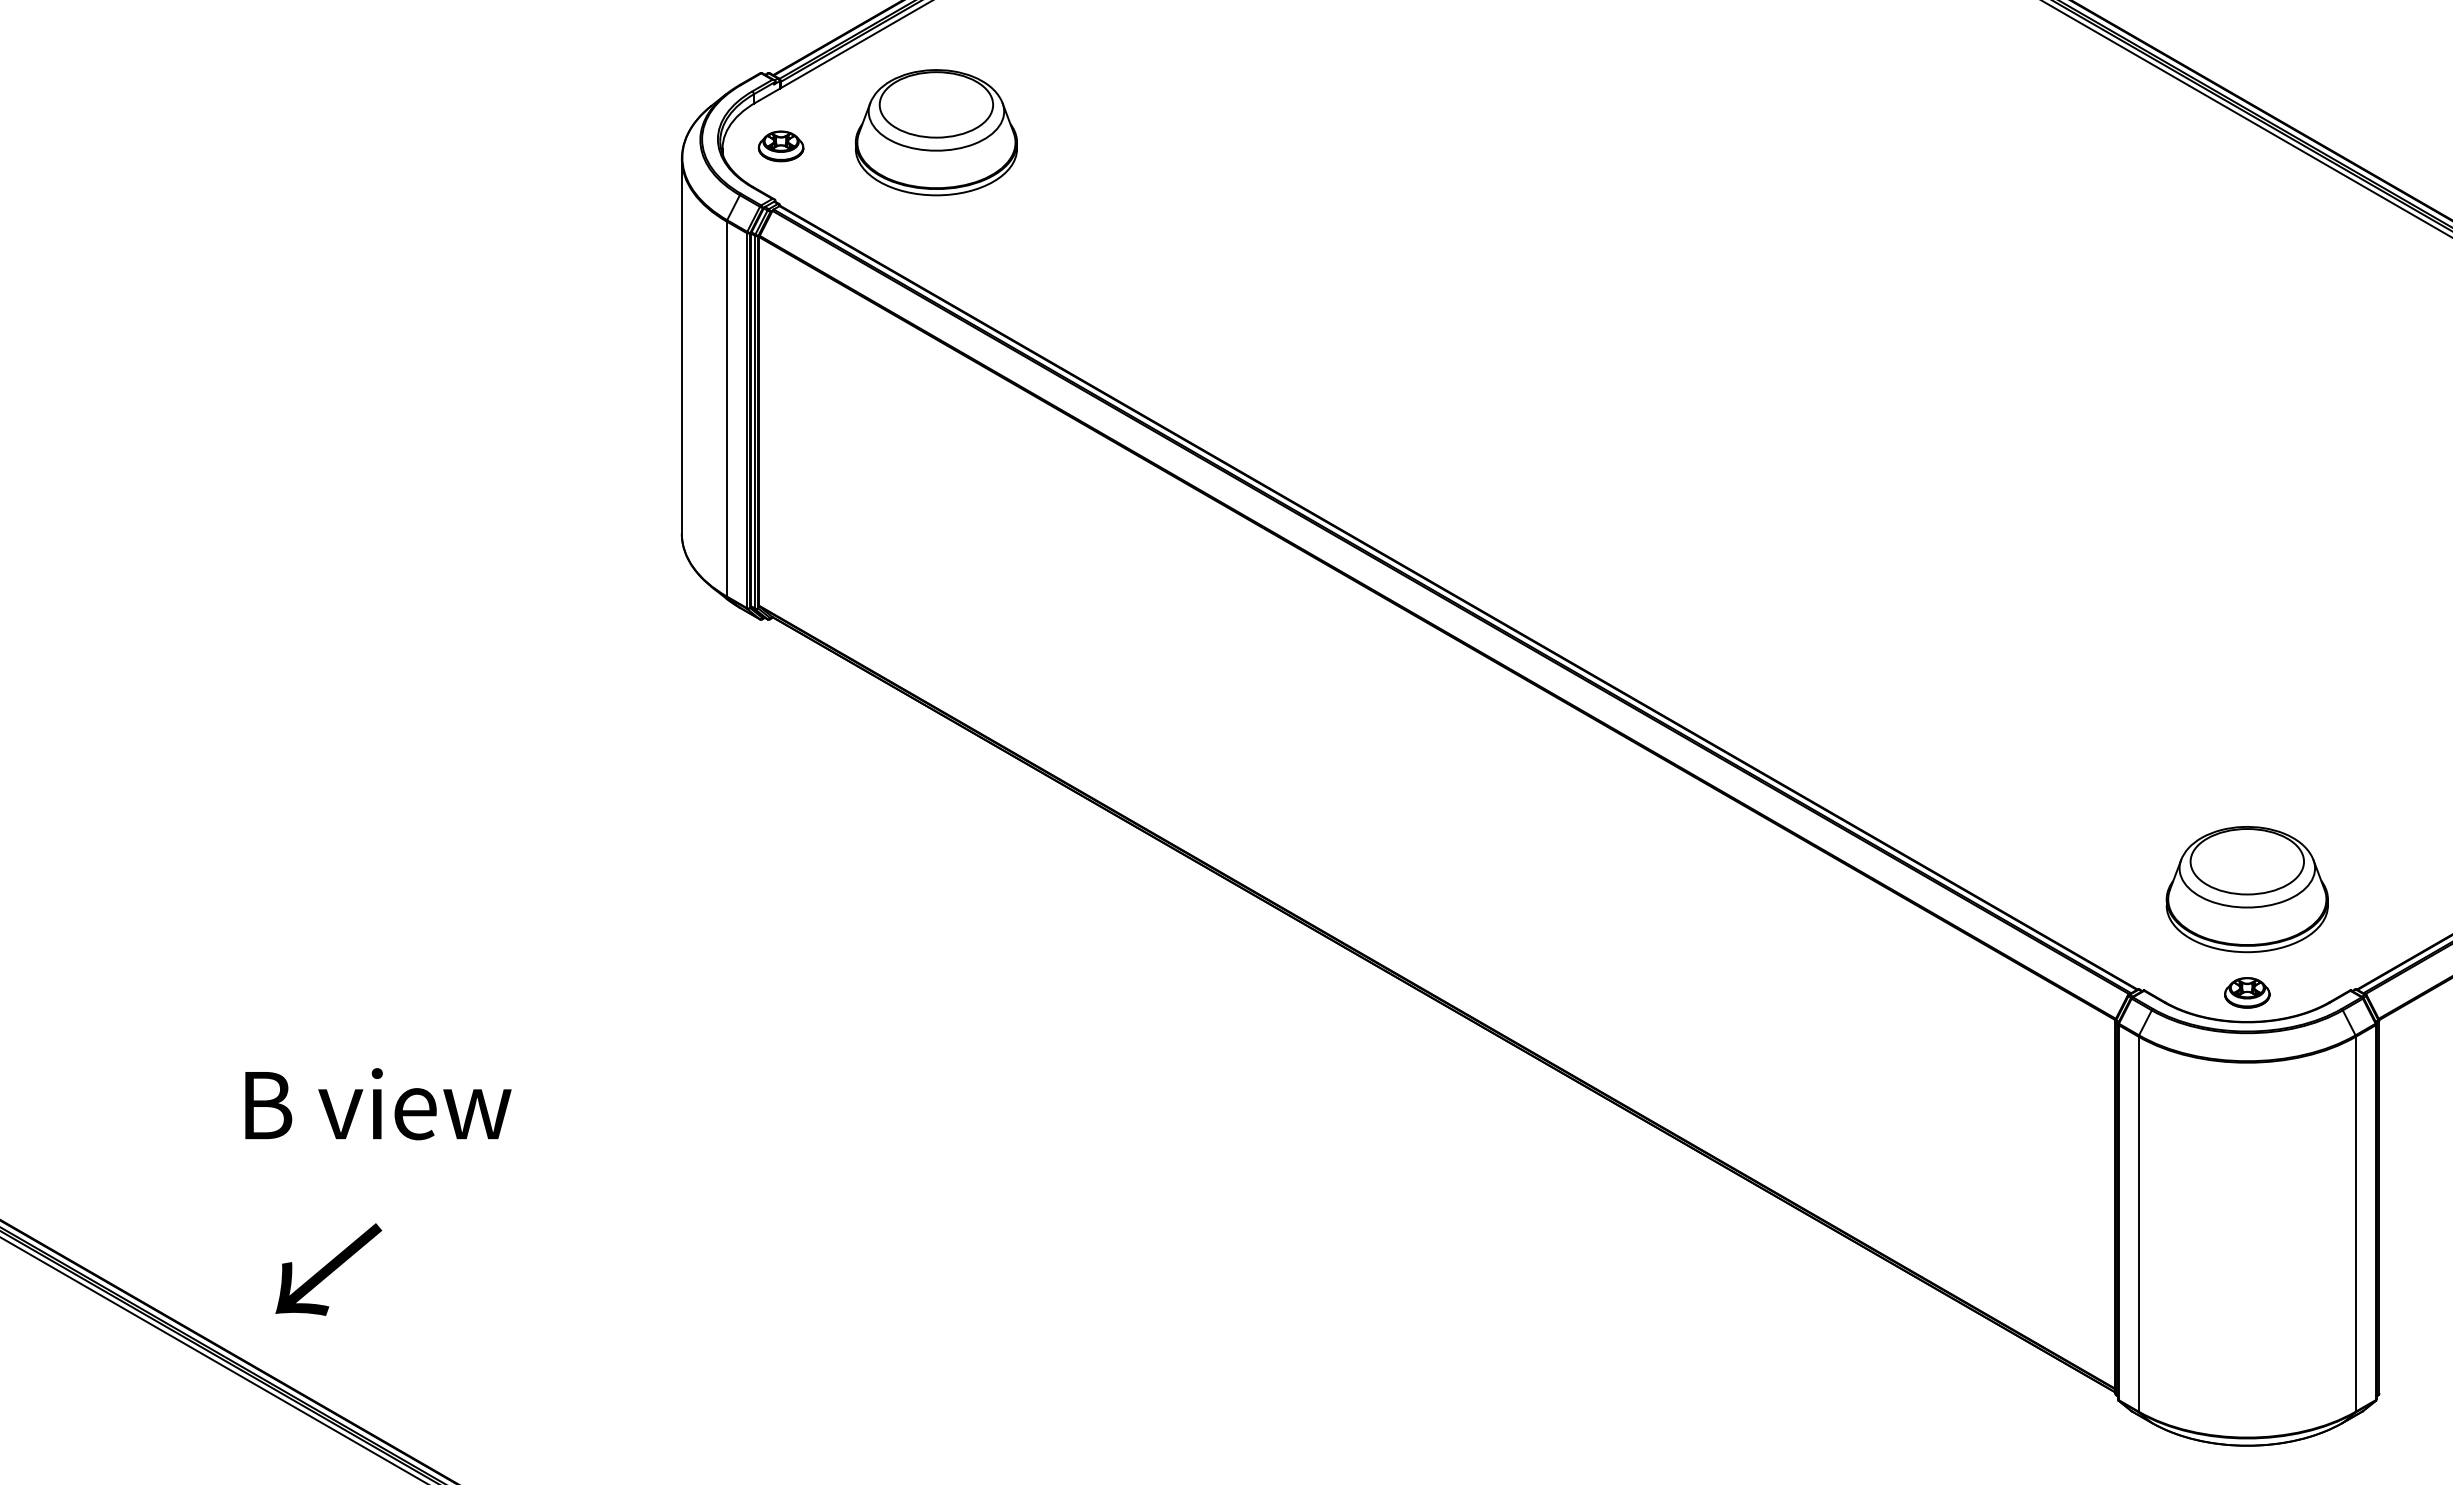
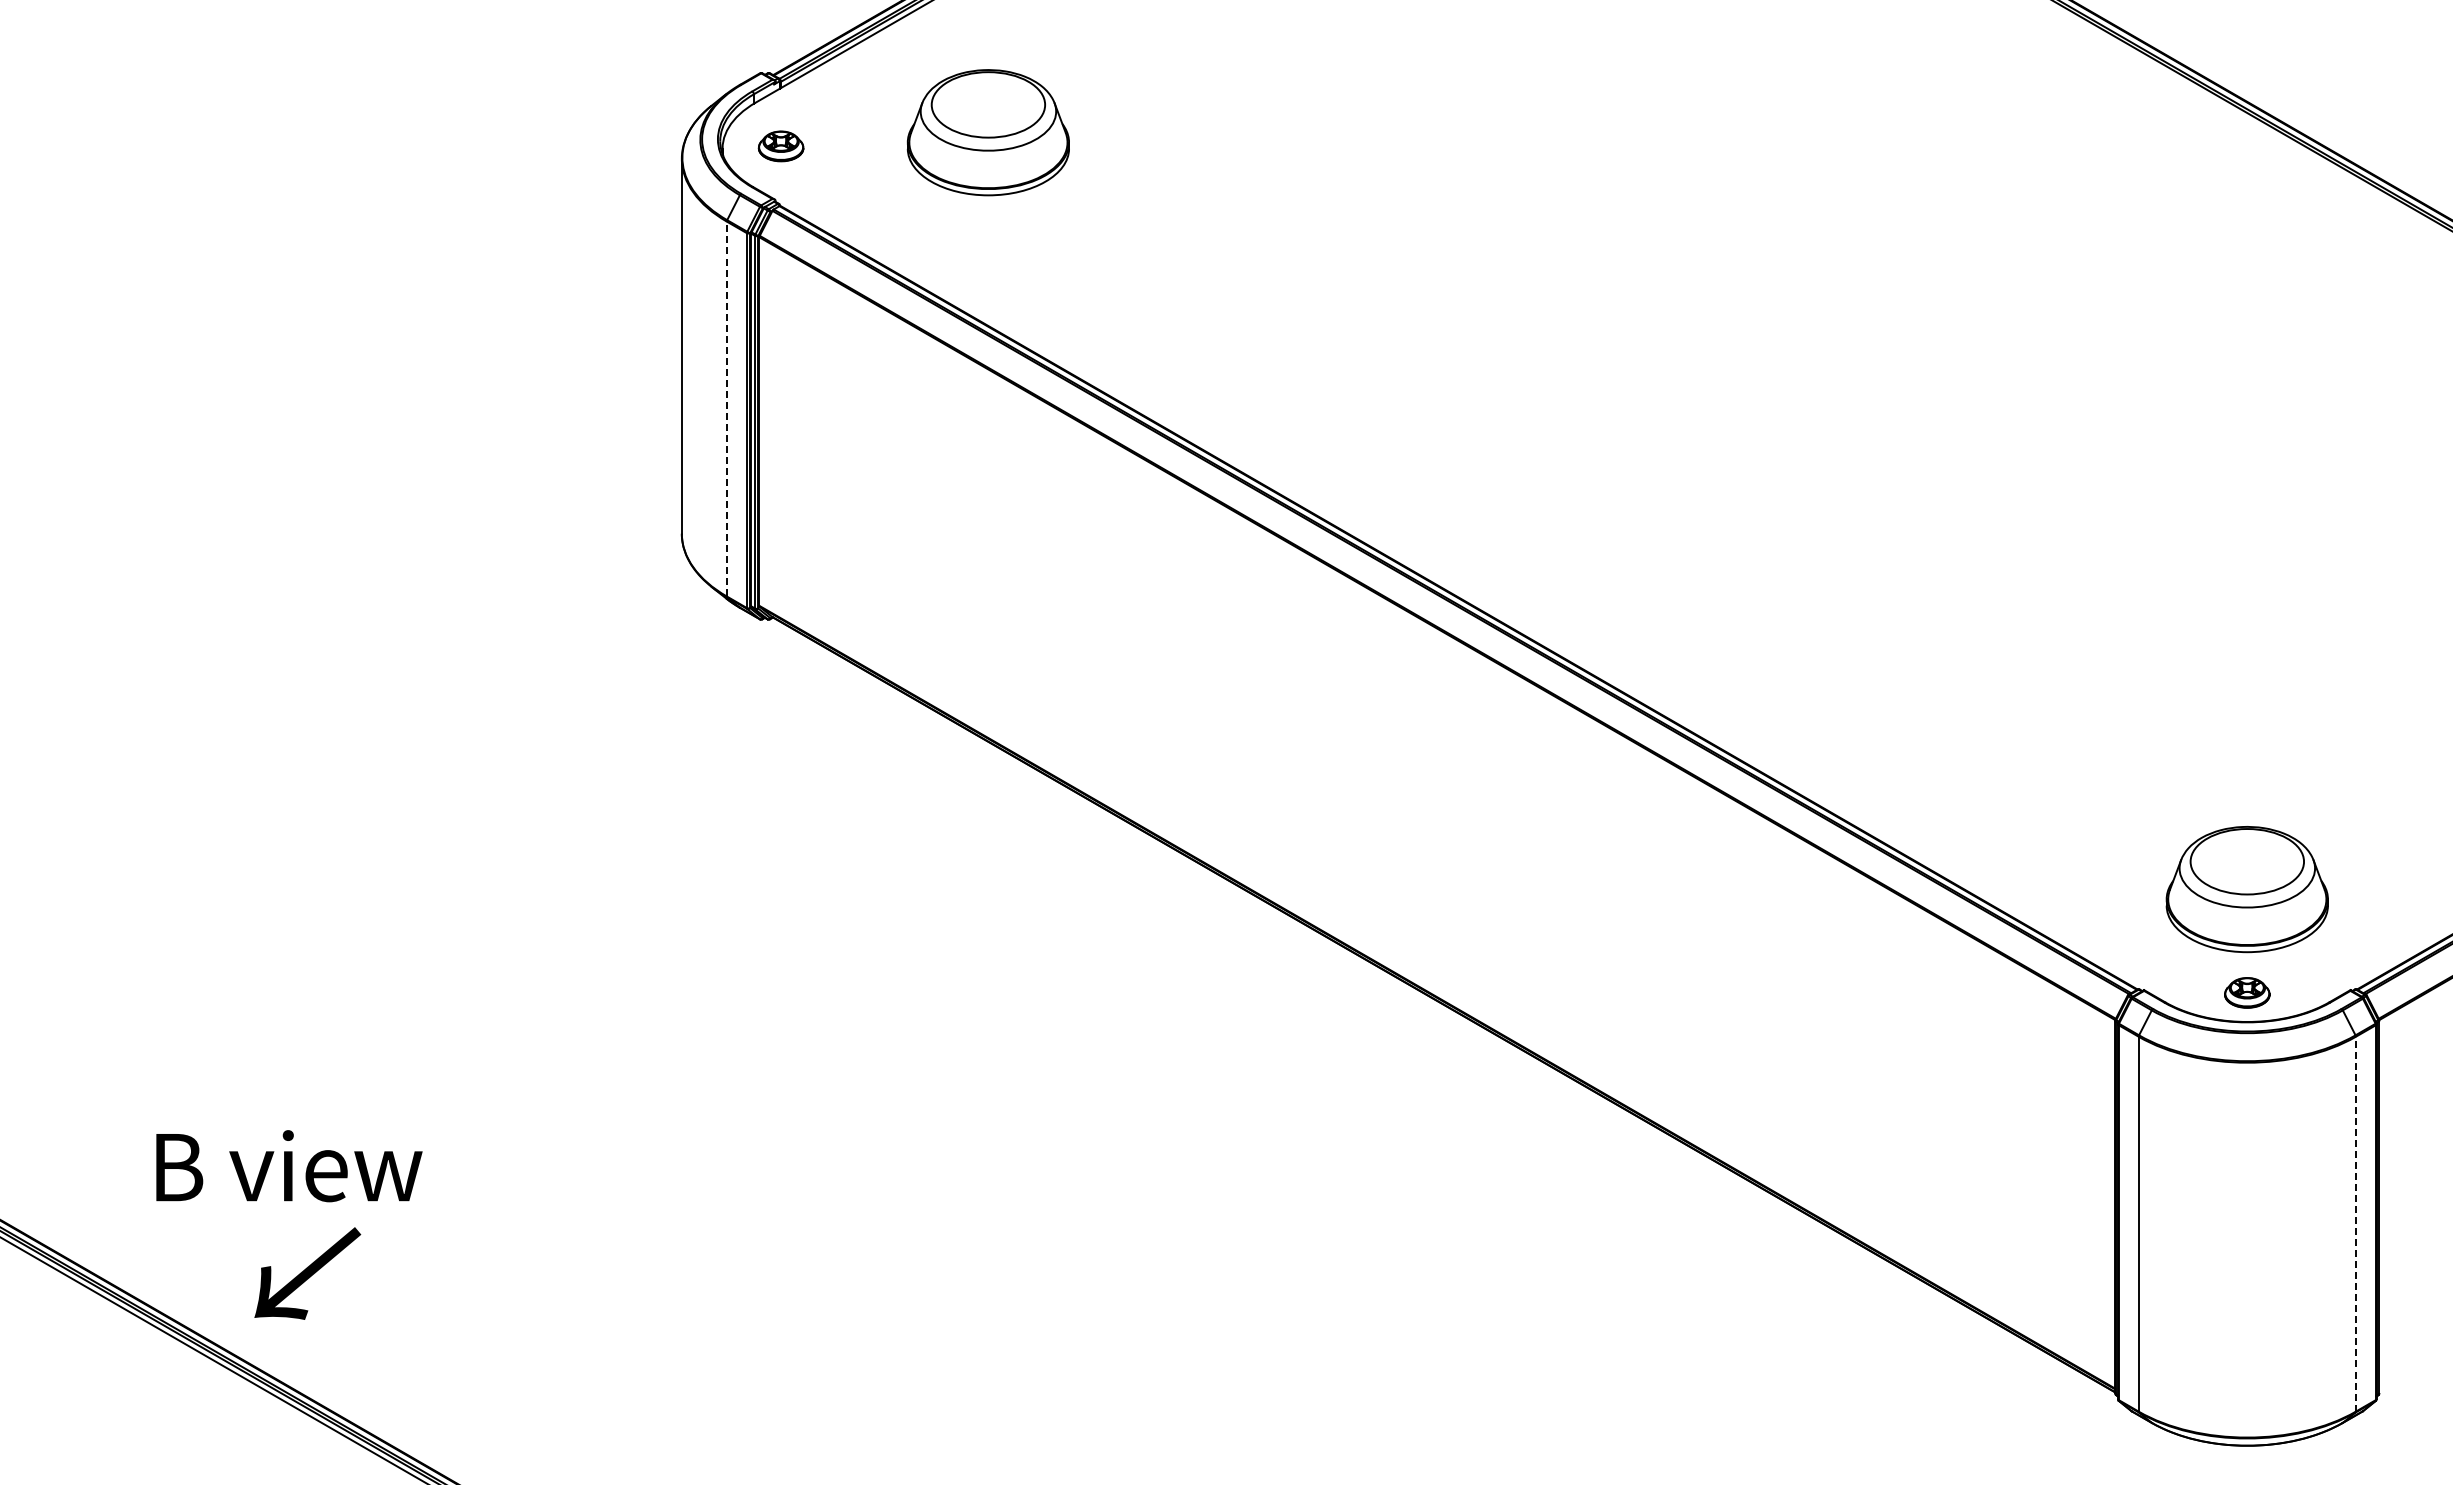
line at (2246, 119): present -> none
part at (935, 132) position: (935, 132) -> (987, 132)
line at (726, 408): solid -> dashed
text at (378, 1104) position: (378, 1104) -> (289, 1166)
line at (2355, 1223): solid -> dashed
text at (328, 1269) position: (328, 1269) -> (307, 1273)
